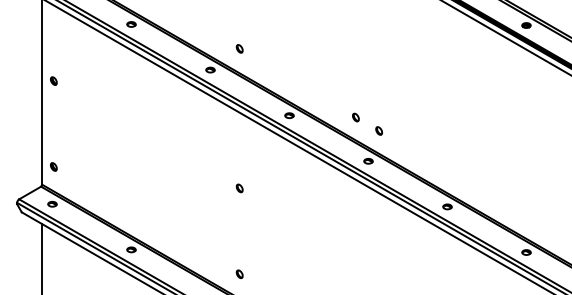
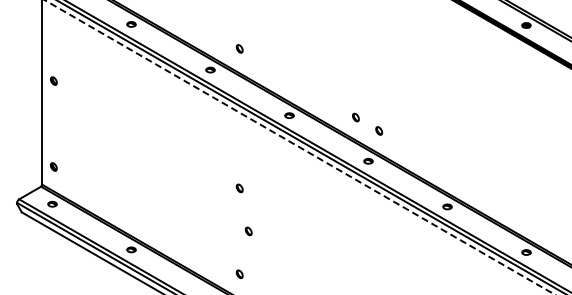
line at (506, 38): present -> none
line at (300, 147): solid -> dashed
part at (248, 231): none -> present
line at (42, 257): present -> none
